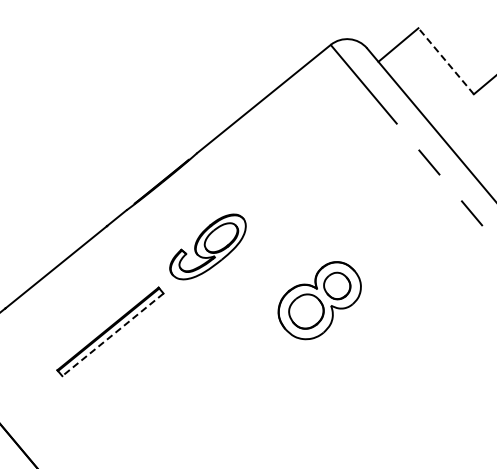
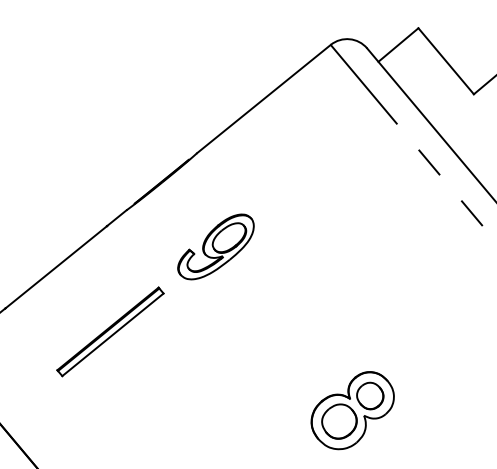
line at (445, 60): dashed -> solid
part at (207, 246) position: (207, 246) -> (215, 246)
part at (319, 300) position: (319, 300) -> (352, 410)
line at (112, 335): dashed -> solid
